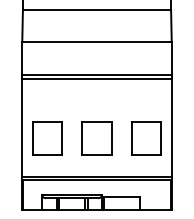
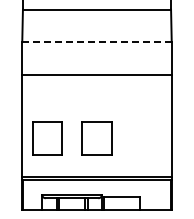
line at (97, 41): solid -> dashed
line at (96, 78): present -> none
part at (146, 138): present -> none
